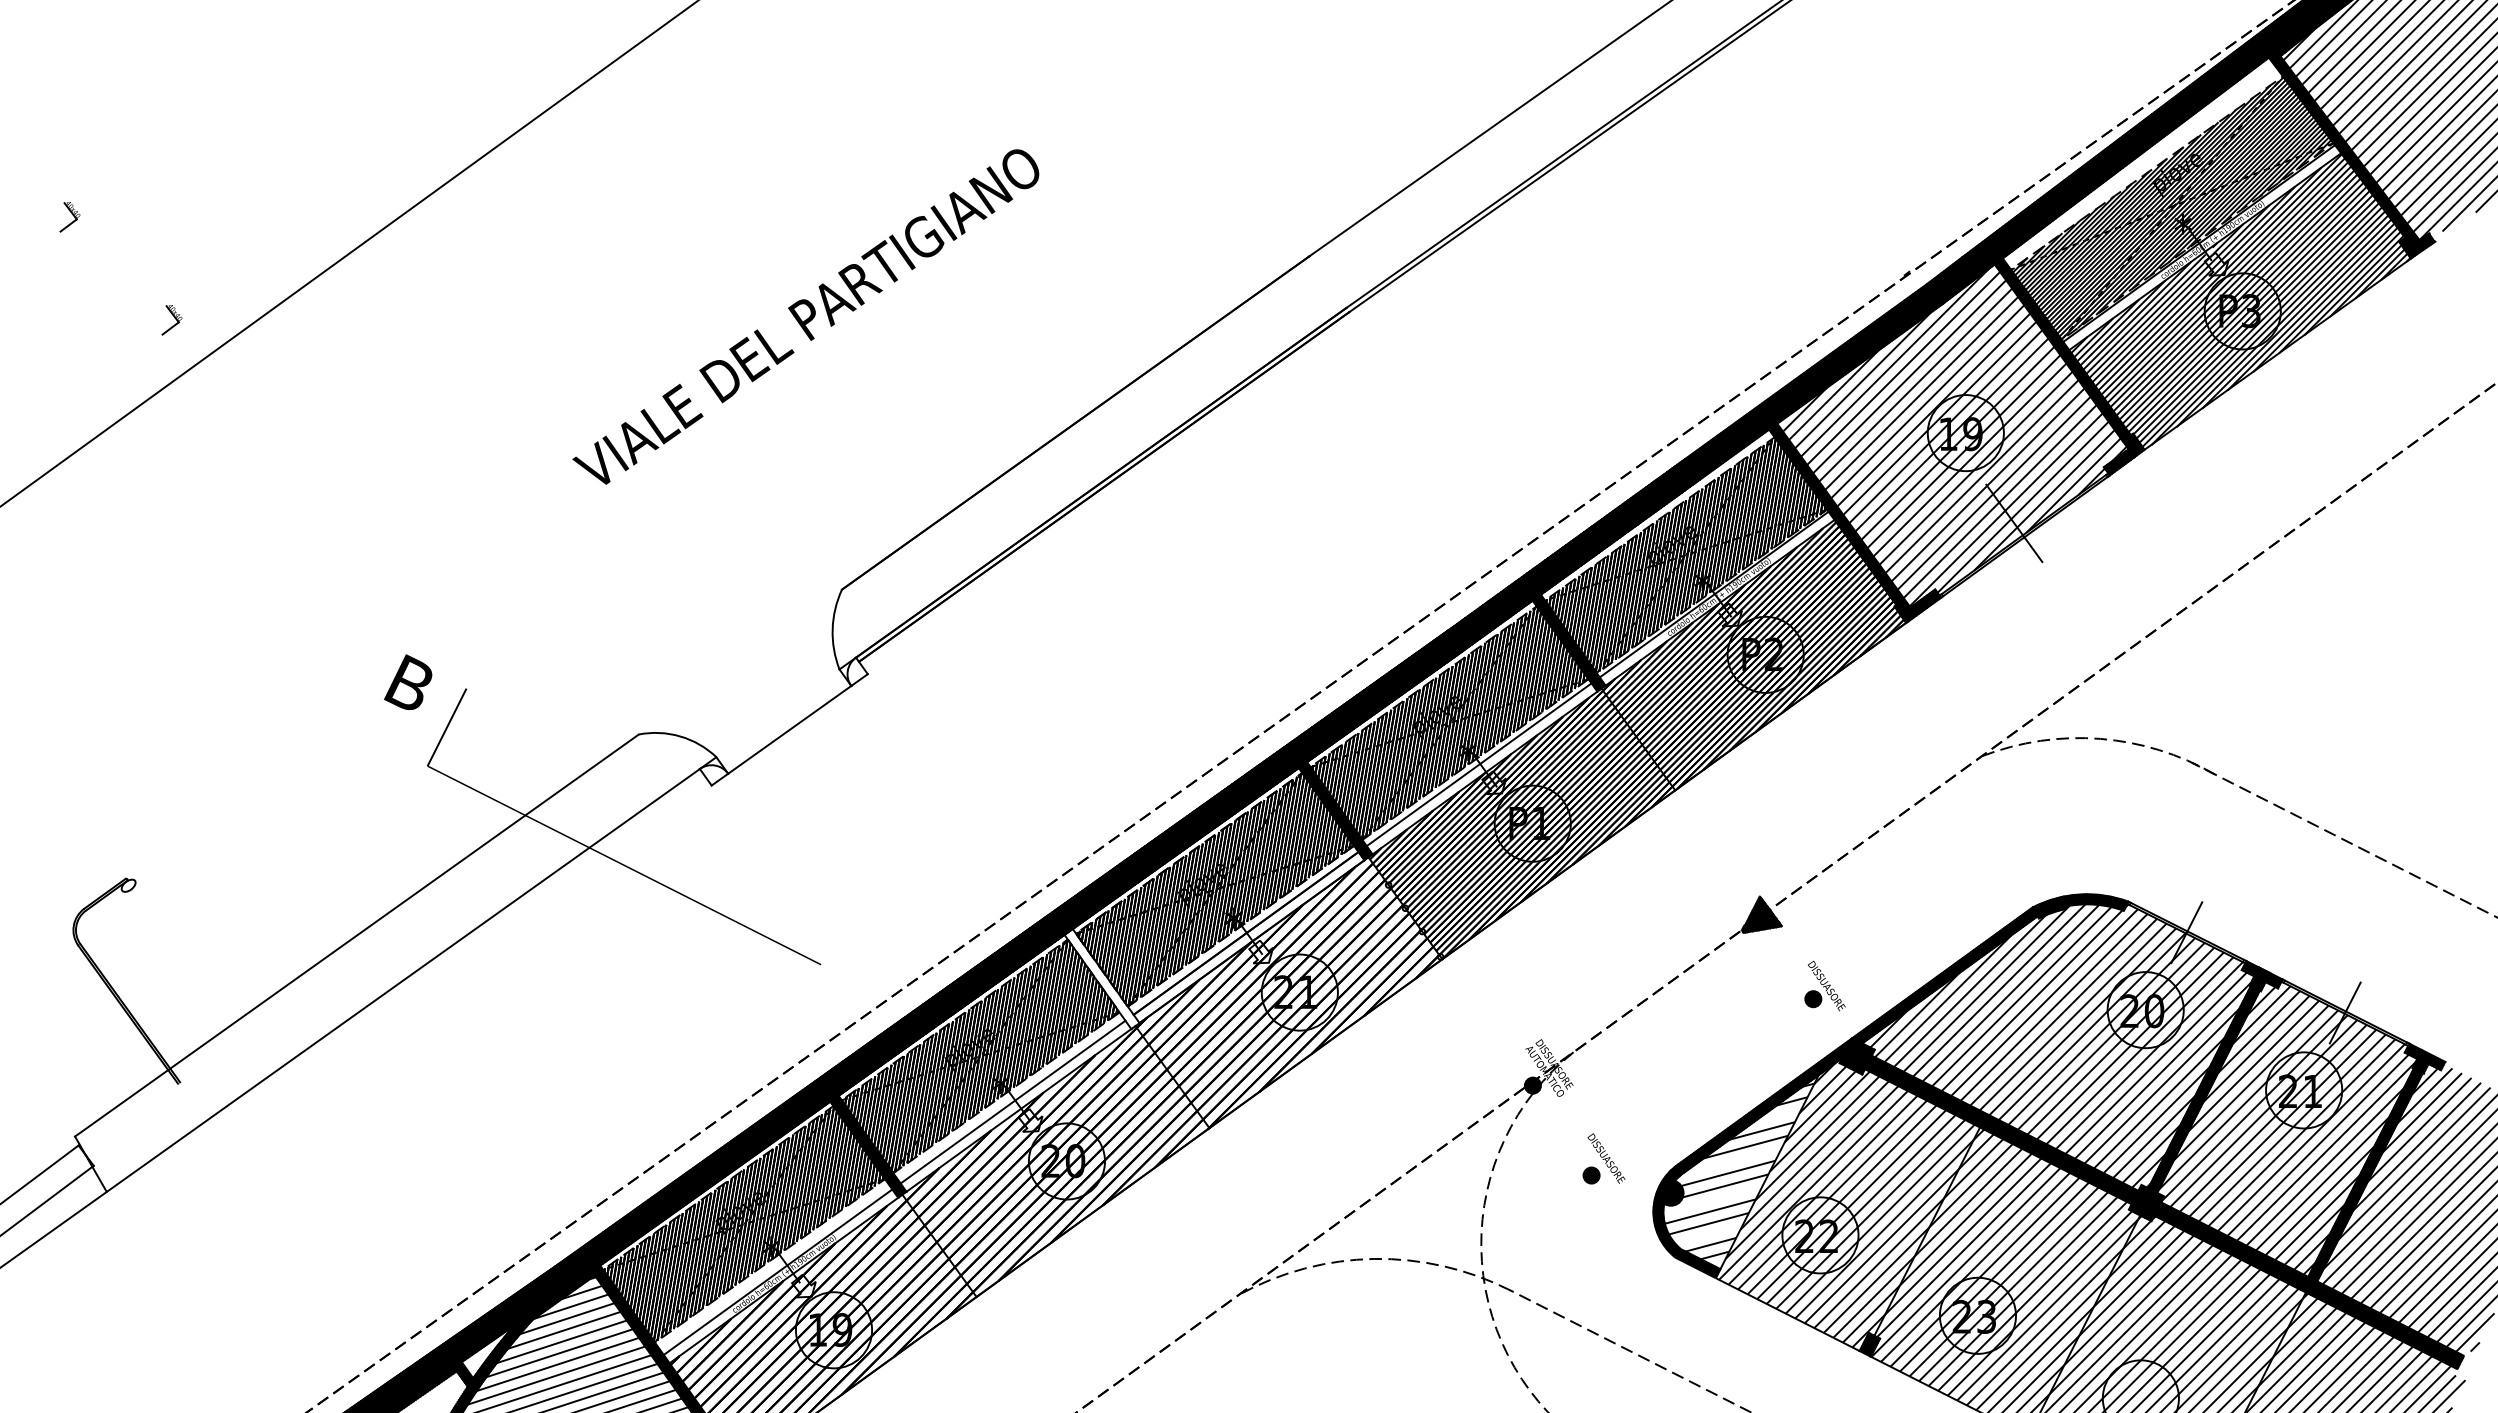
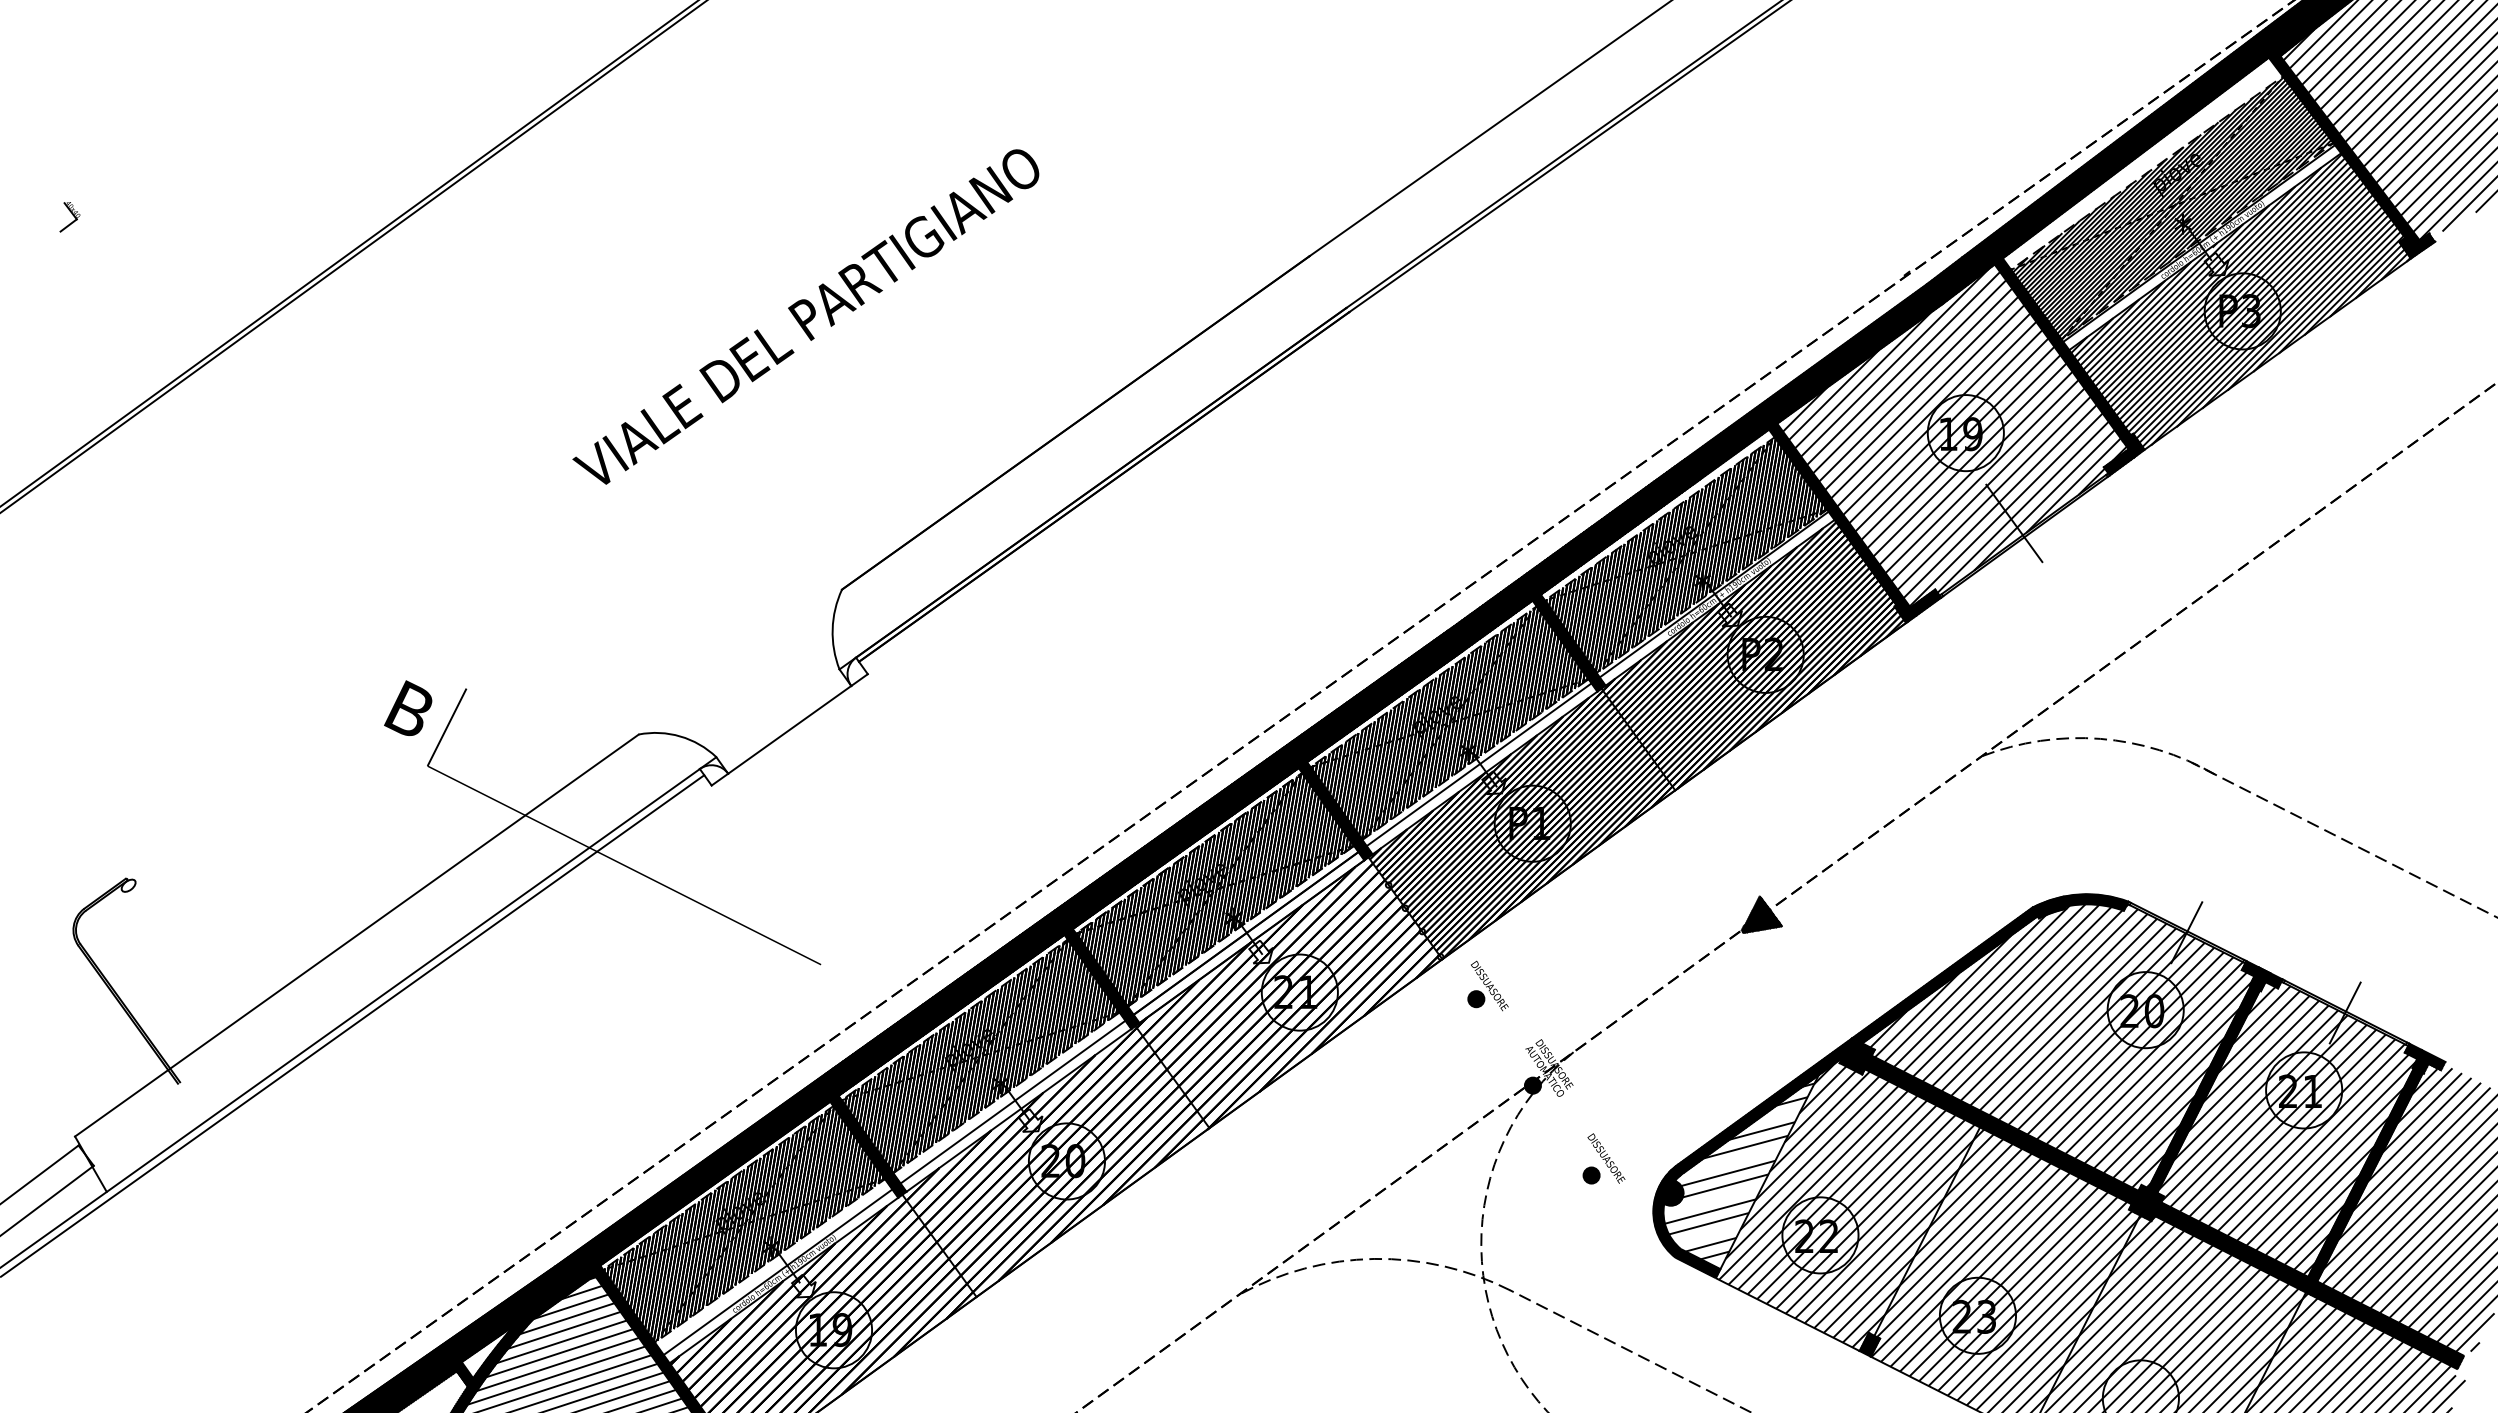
line at (353, 256): none -> present
part at (171, 320): present -> none
text at (408, 681) position: (408, 681) -> (408, 707)
hatch at (1101, 979): none -> present
part at (1824, 985) position: (1824, 985) -> (1487, 985)
line at (353, 1025): none -> present
